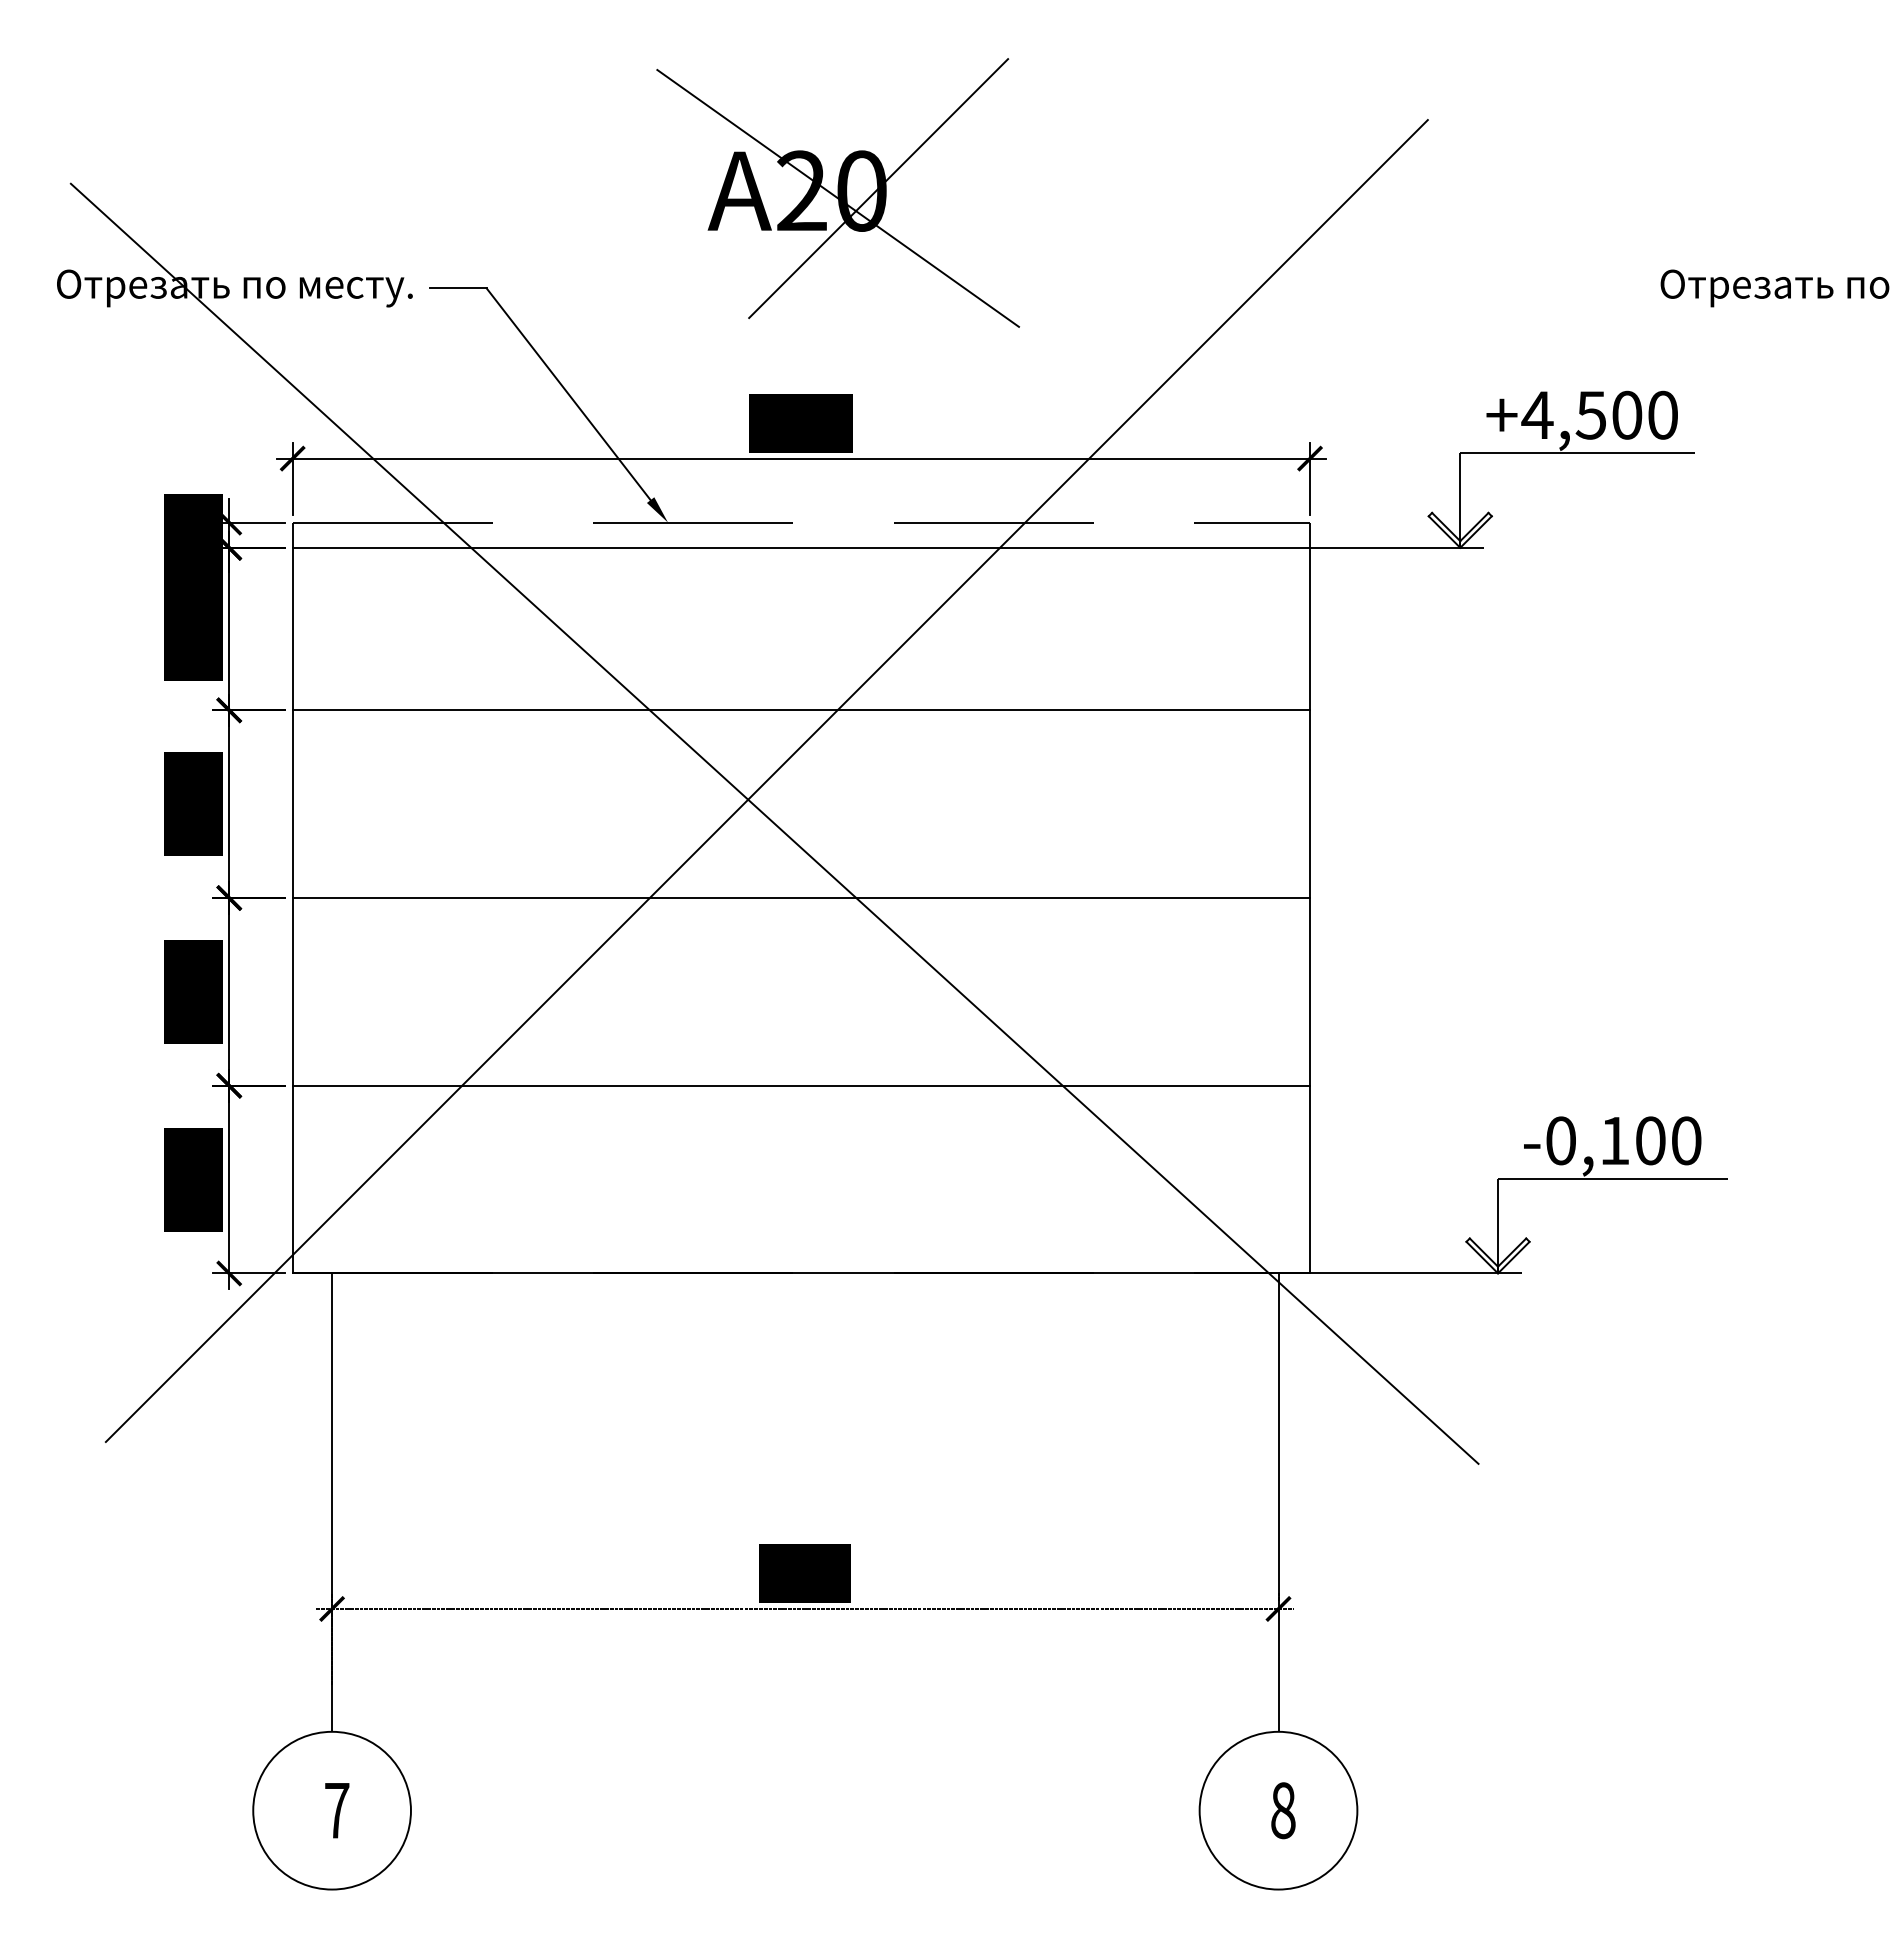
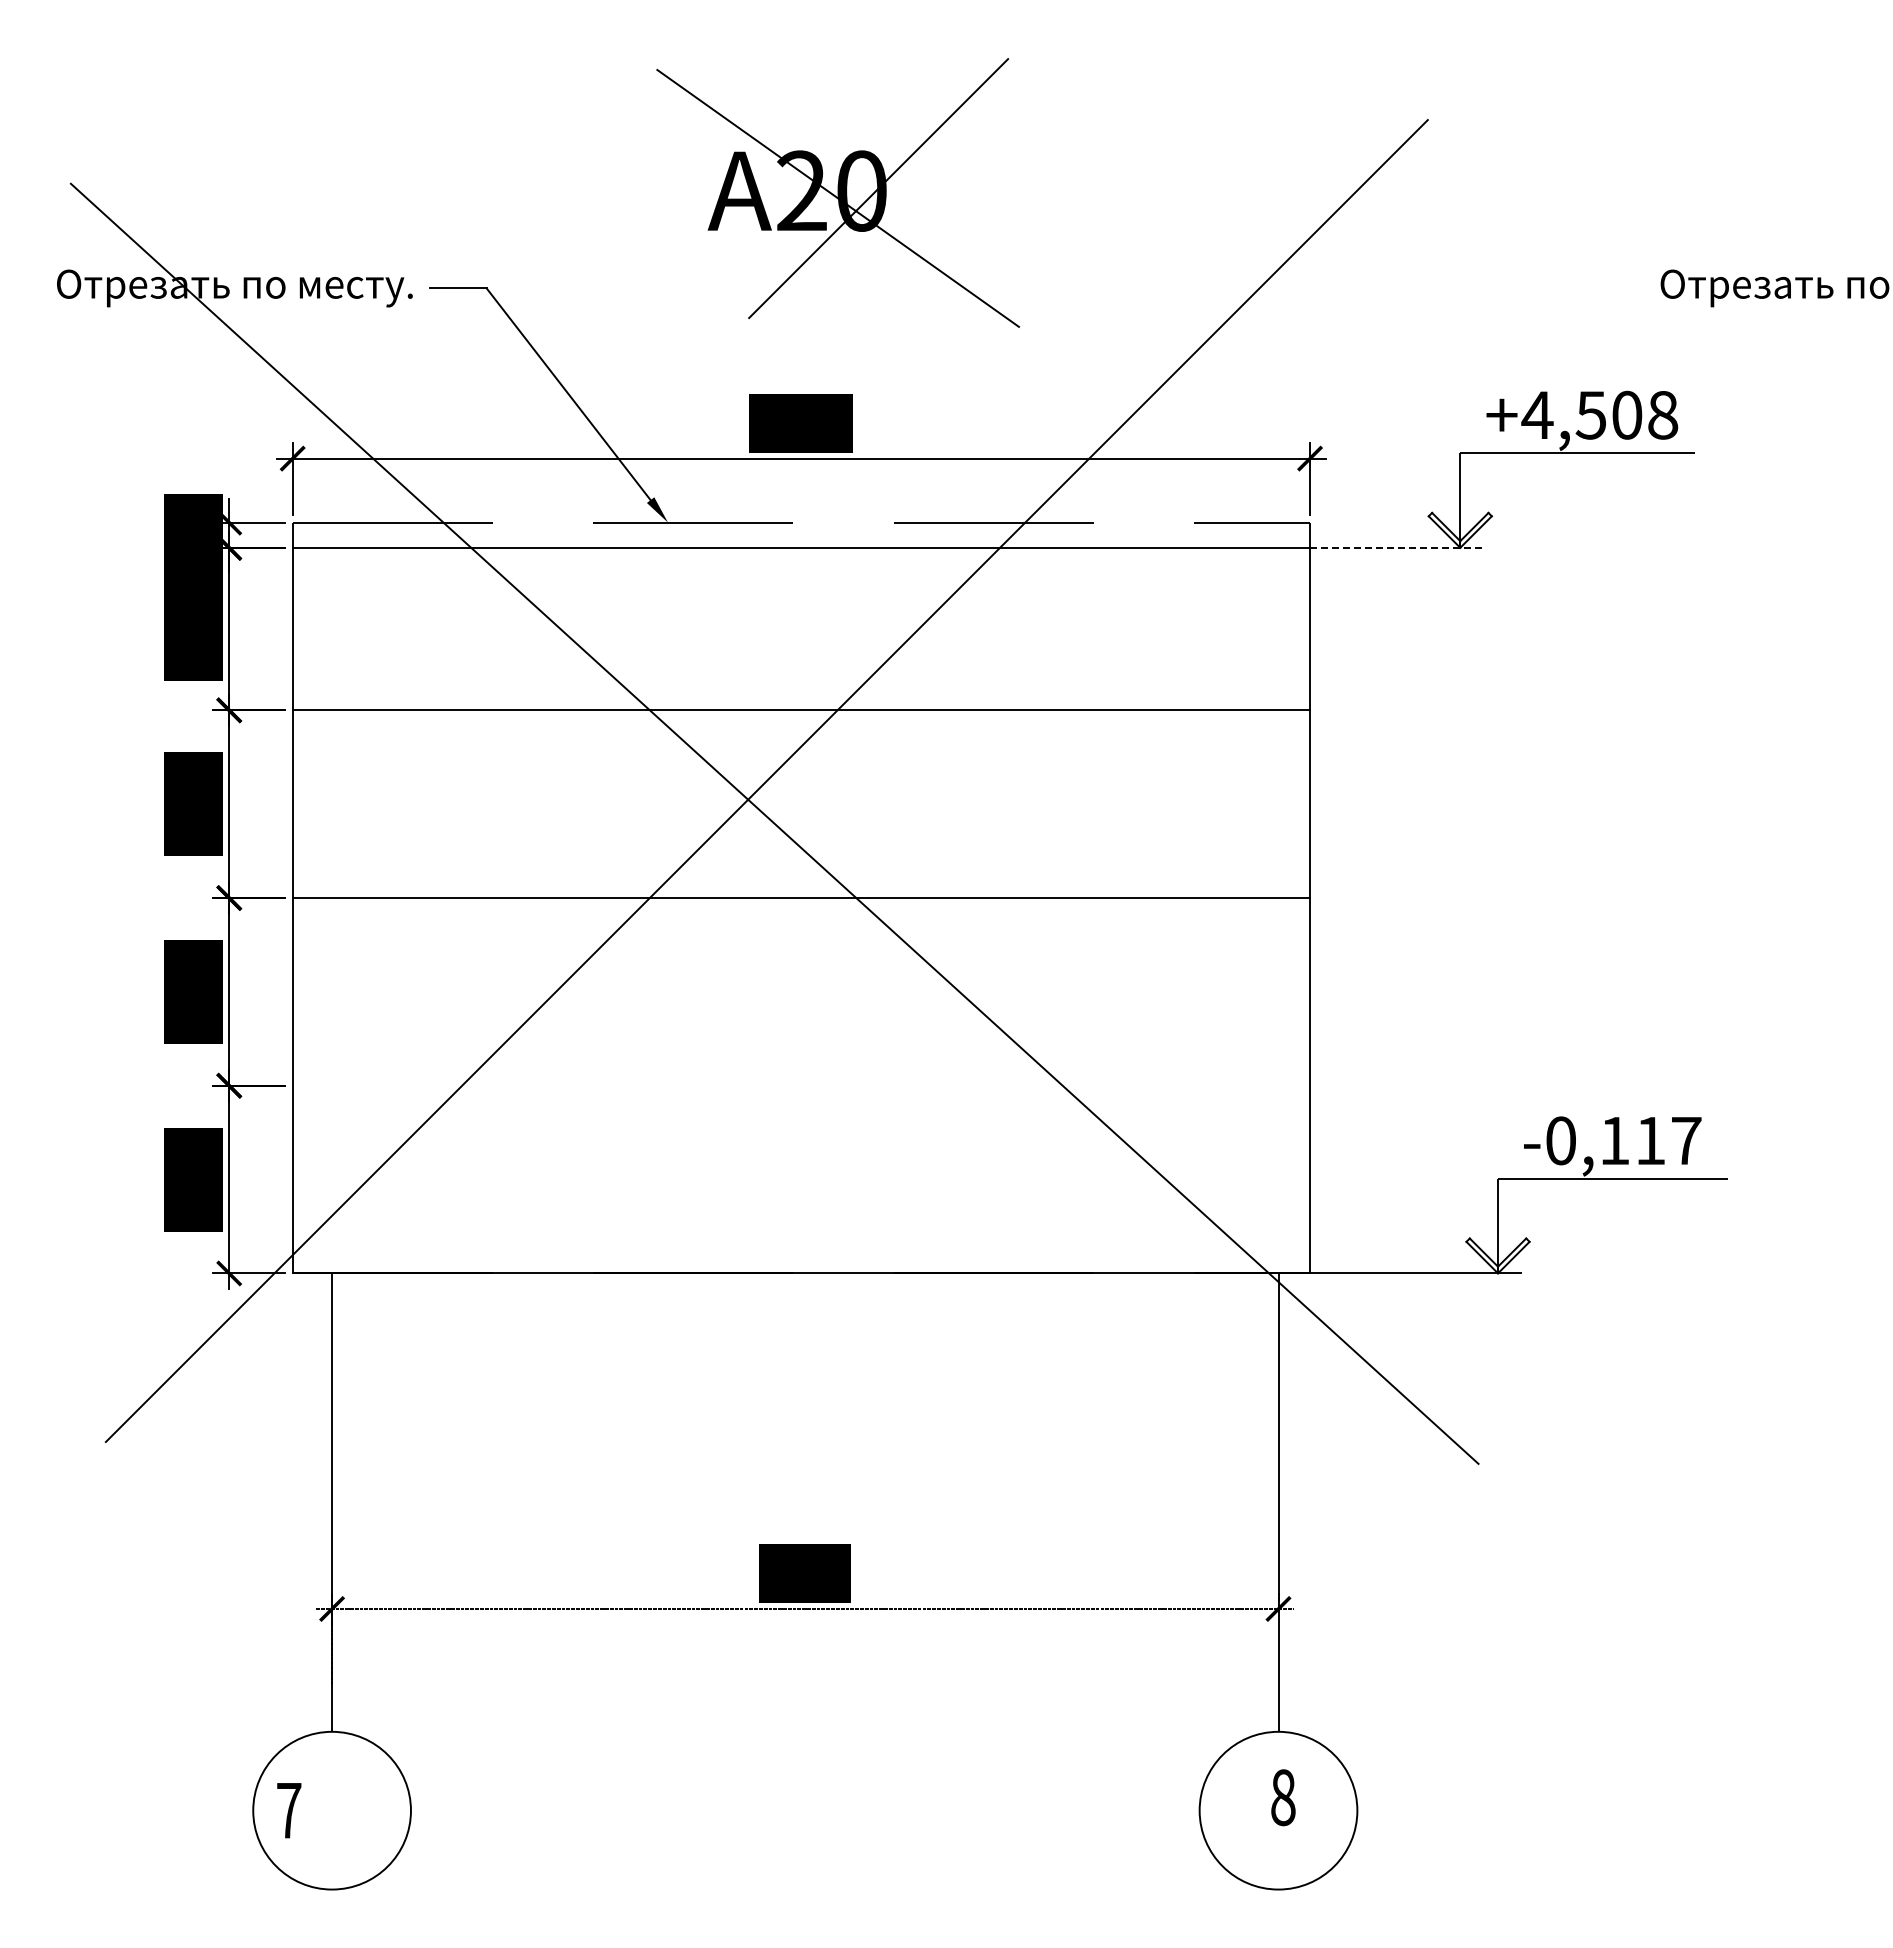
text at (1663, 414): +4,500 -> +4,508
line at (1397, 547): solid -> dashed
line at (801, 1085): present -> none
text at (1668, 1140): -0,100 -> -0,117
text at (337, 1810) position: (337, 1810) -> (289, 1810)
text at (1283, 1810) position: (1283, 1810) -> (1283, 1797)
